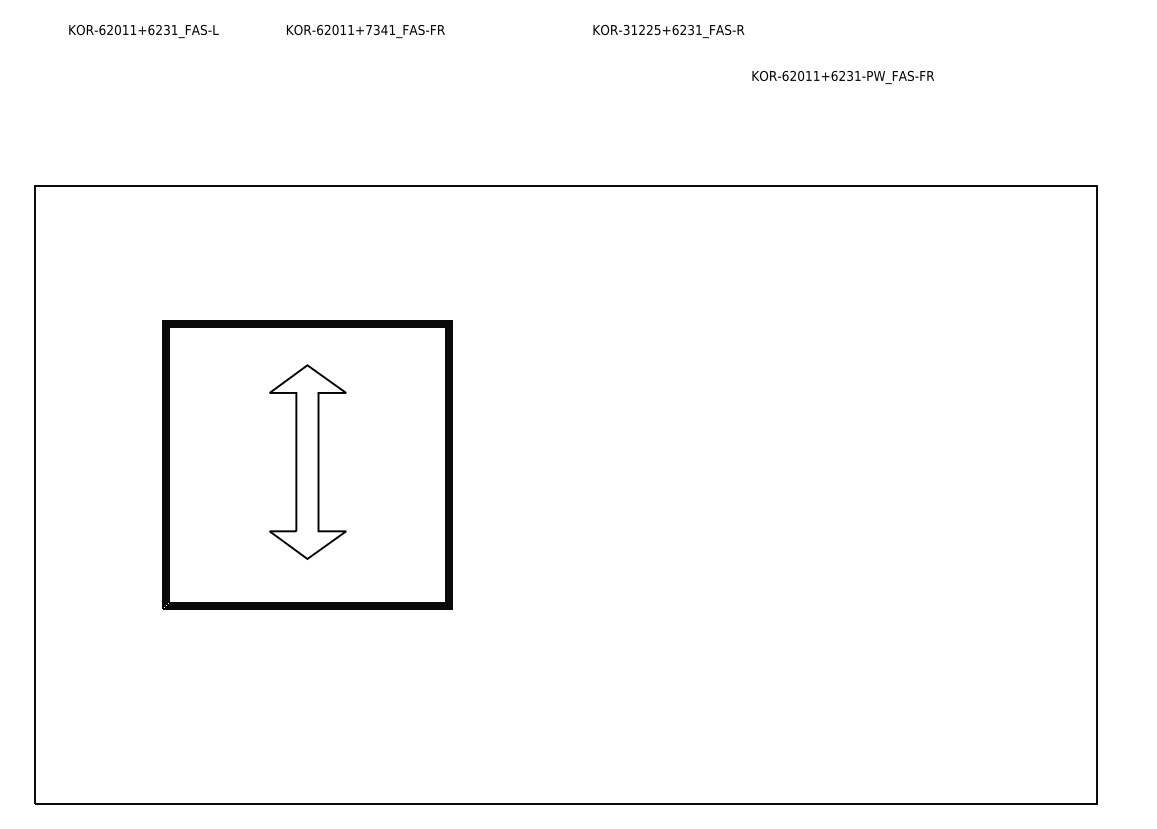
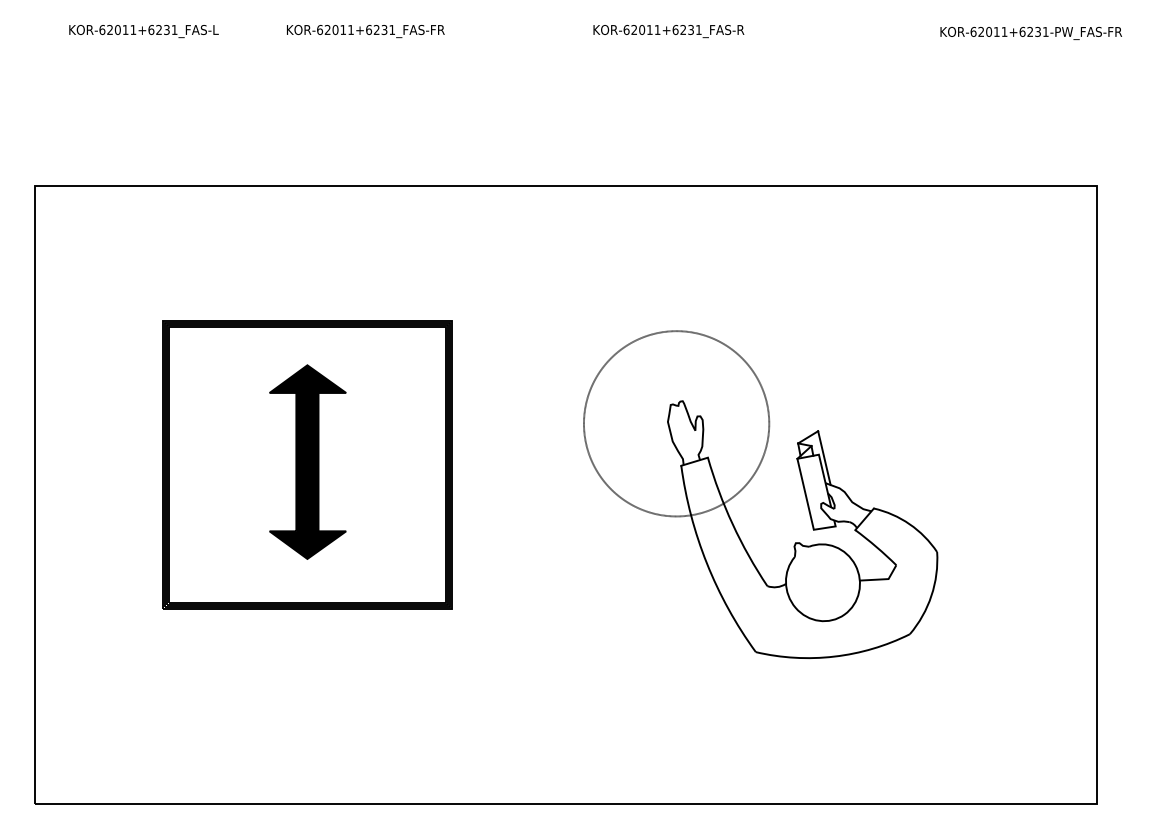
text at (376, 29): KOR-62011+7341_FAS-FR -> KOR-62011+6231_FAS-FR
text at (641, 29): KOR-31225+6231_FAS-R -> KOR-62011+6231_FAS-R
text at (842, 76) position: (842, 76) -> (1030, 32)
fill at (307, 461): none -> present
part at (749, 482): none -> present
